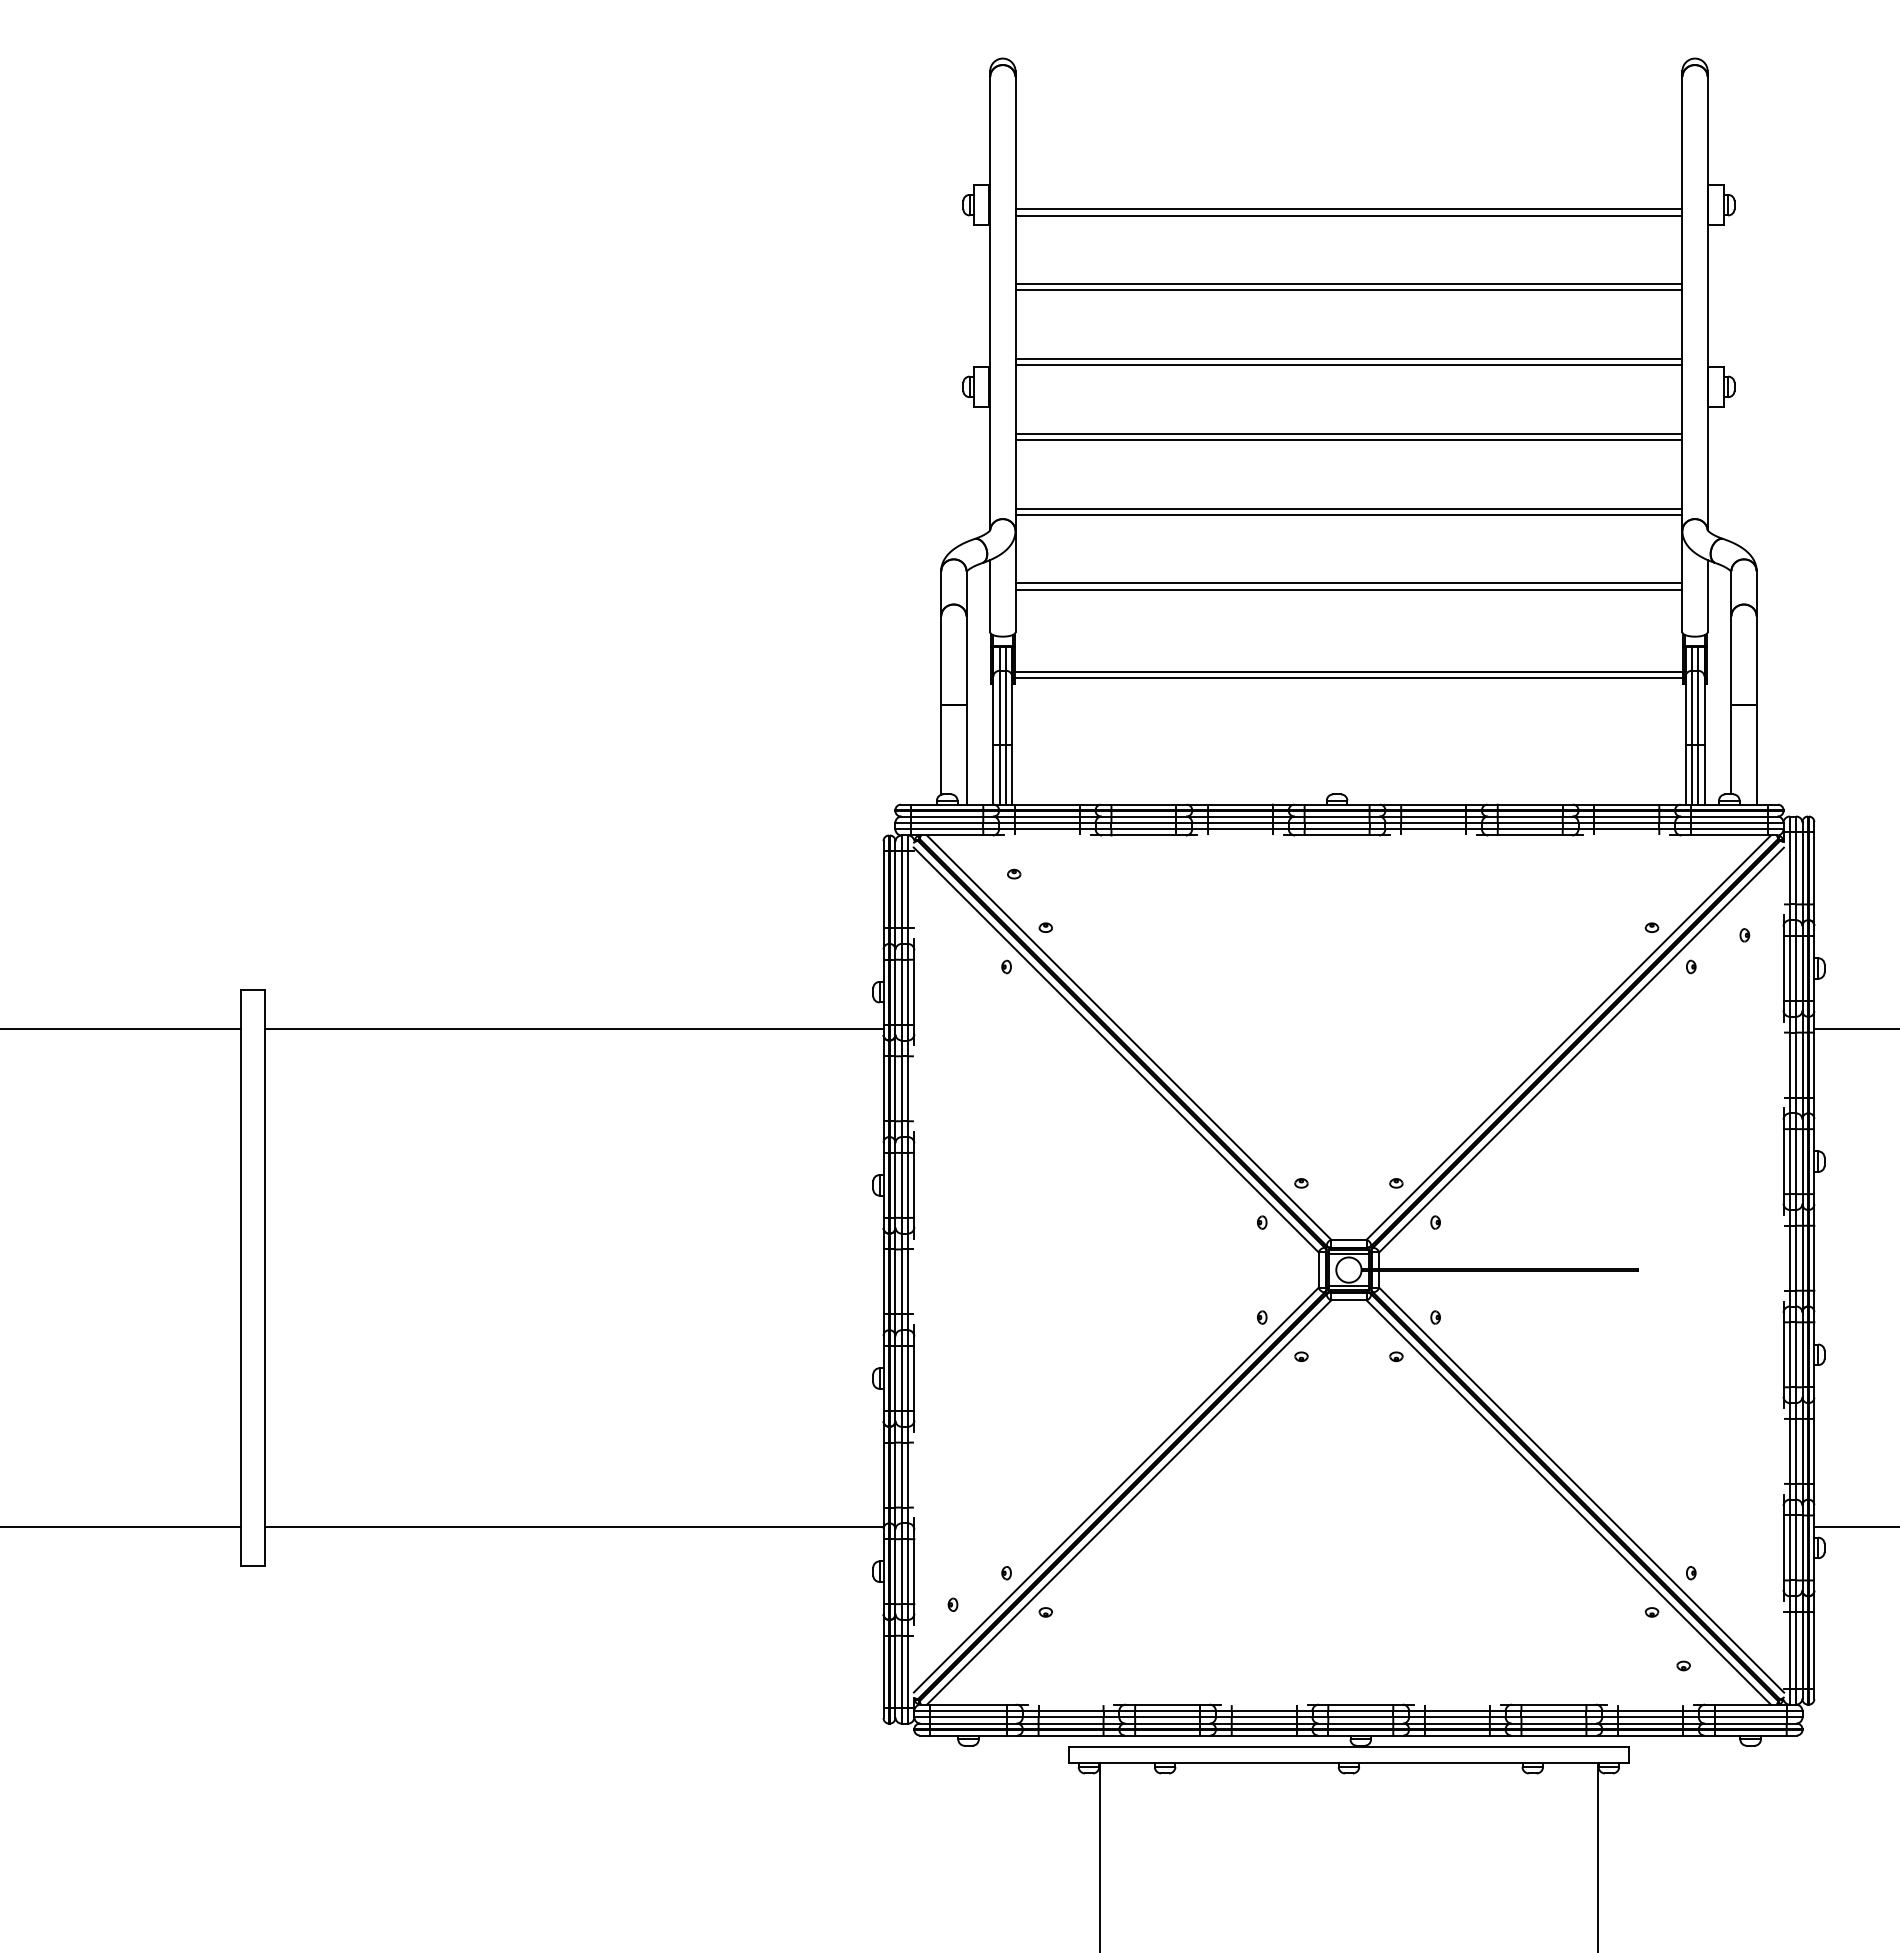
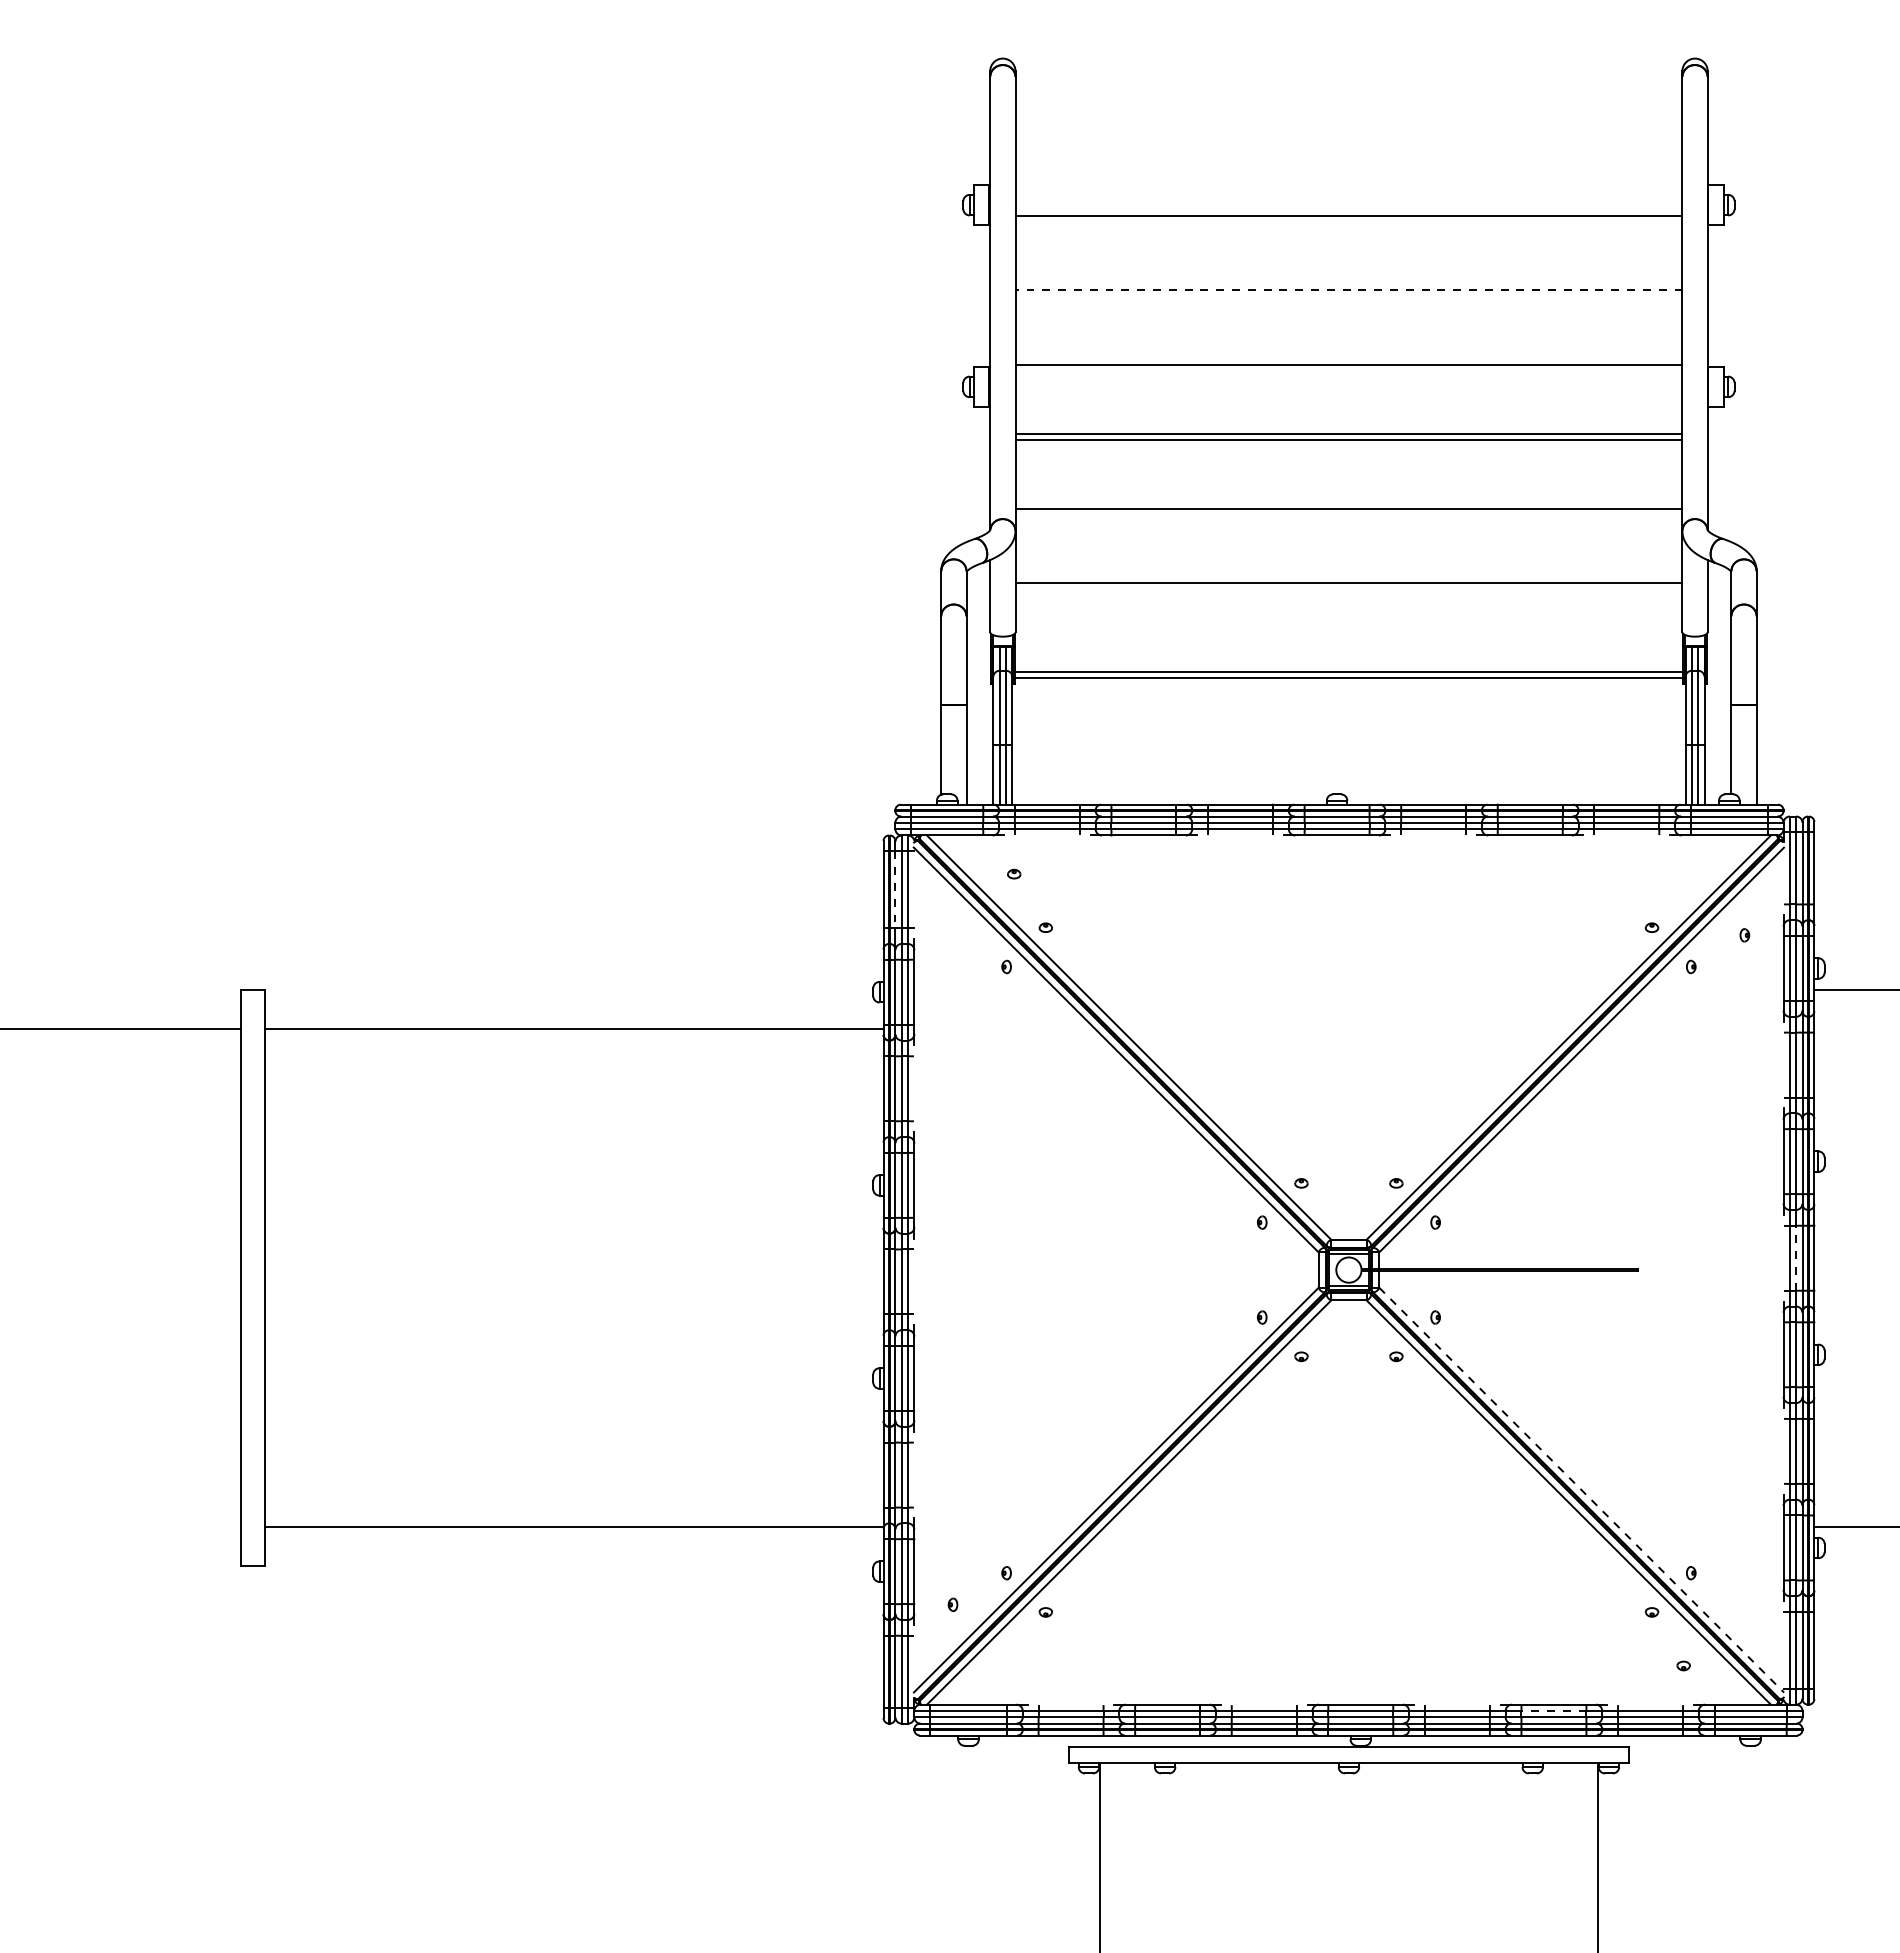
line at (1348, 209): present -> none
line at (1348, 284): present -> none
line at (1348, 290): solid -> dashed
line at (1348, 358): present -> none
line at (1348, 514): present -> none
line at (1348, 589): present -> none
line at (895, 890): solid -> dashed
line at (1855, 1029) position: (1855, 1029) -> (1855, 990)
line at (1796, 1257): solid -> dashed
line at (1582, 1490): solid -> dashed
line at (121, 1526): present -> none
line at (1553, 1711): solid -> dashed
